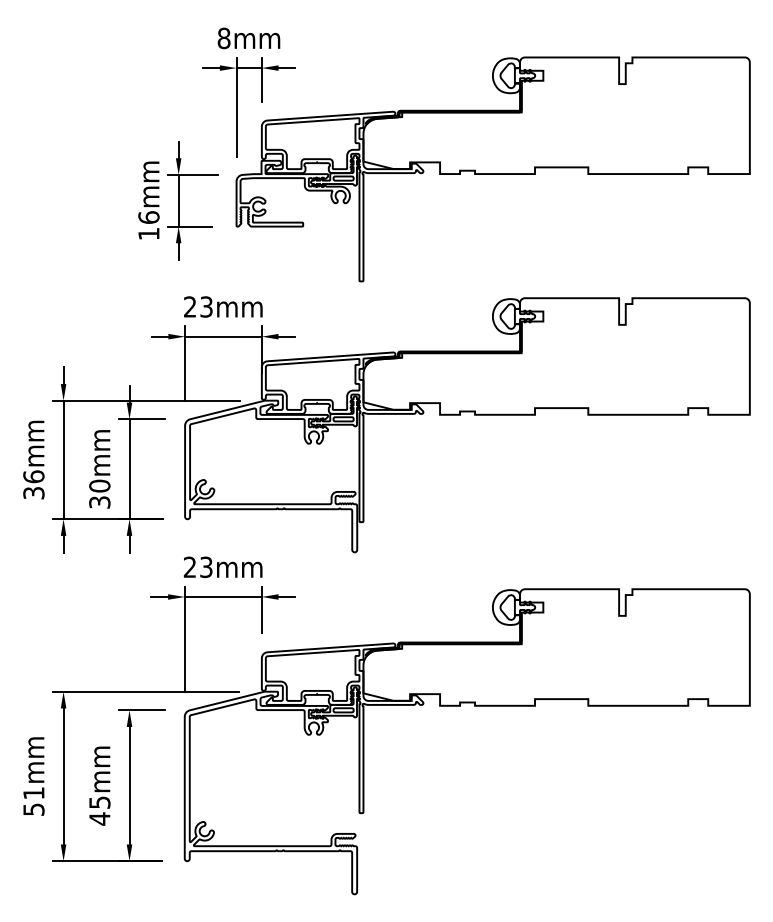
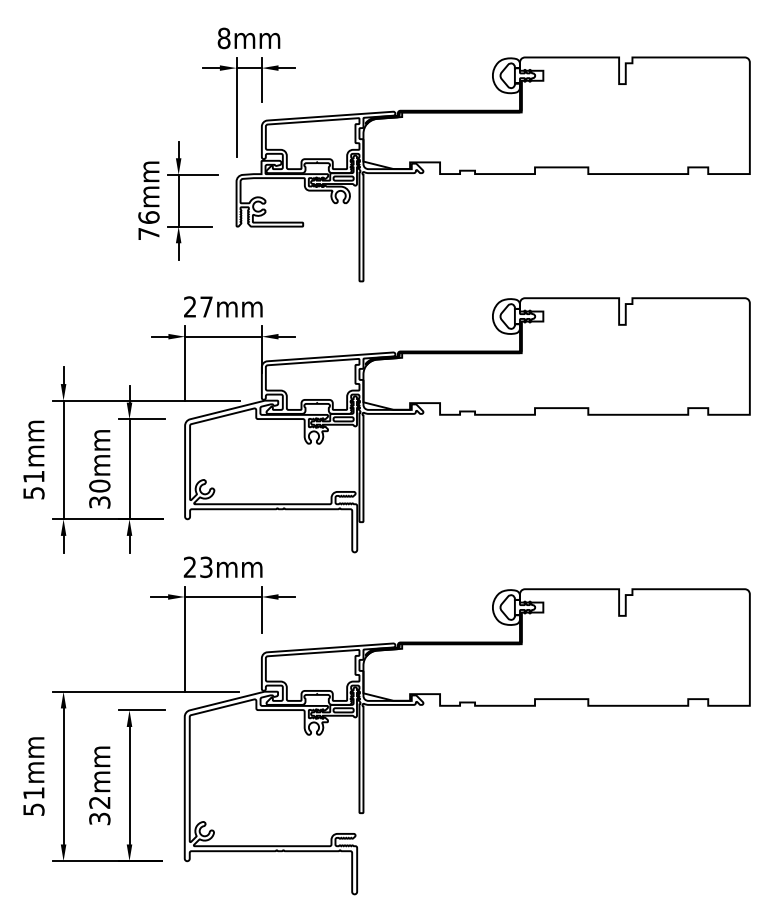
text at (148, 233): 16mm -> 76mm
text at (206, 306): 23mm -> 27mm
text at (33, 484): 36mm -> 51mm
text at (99, 810): 45mm -> 32mm
